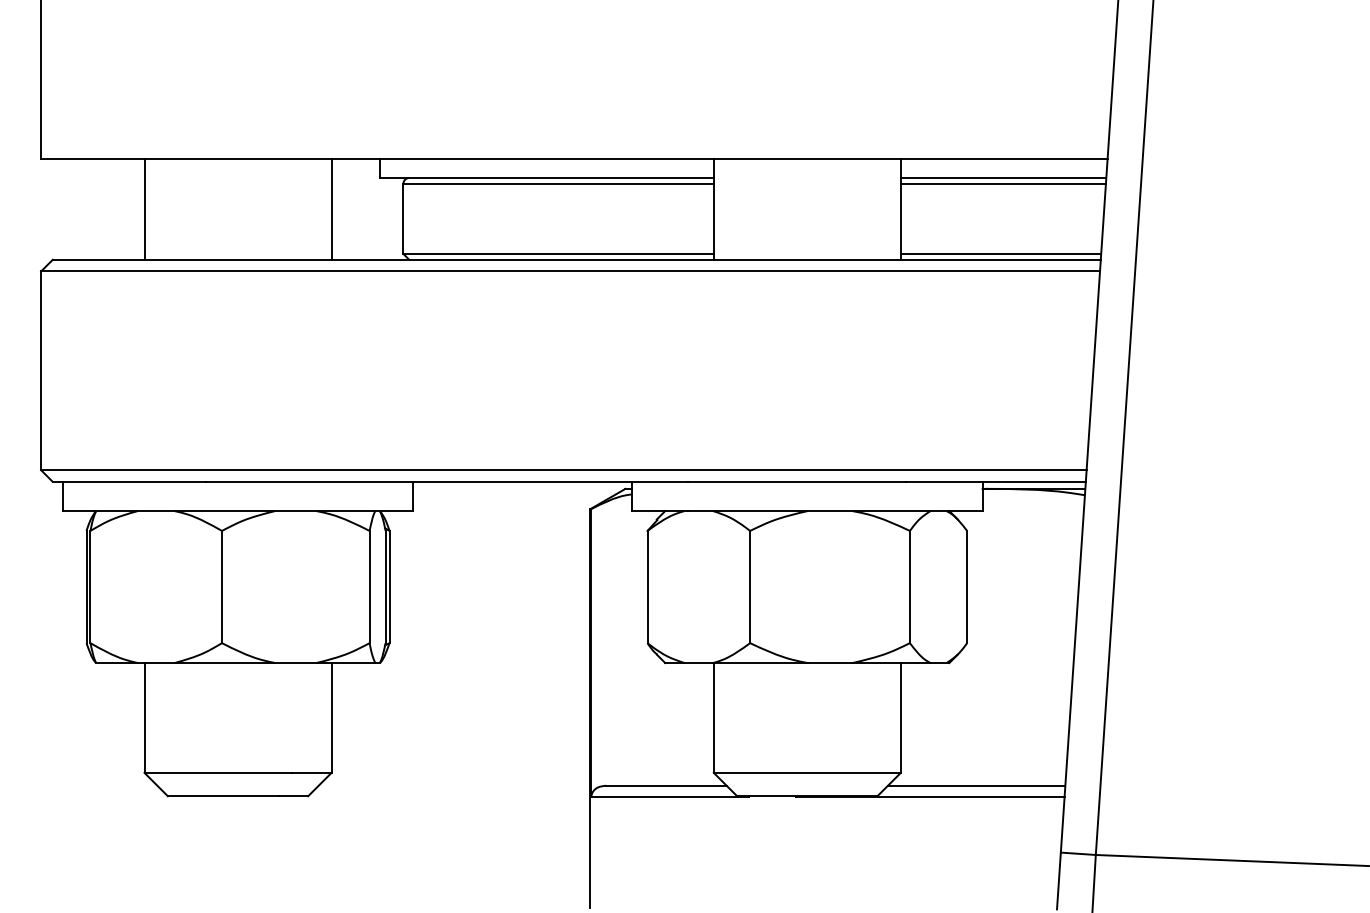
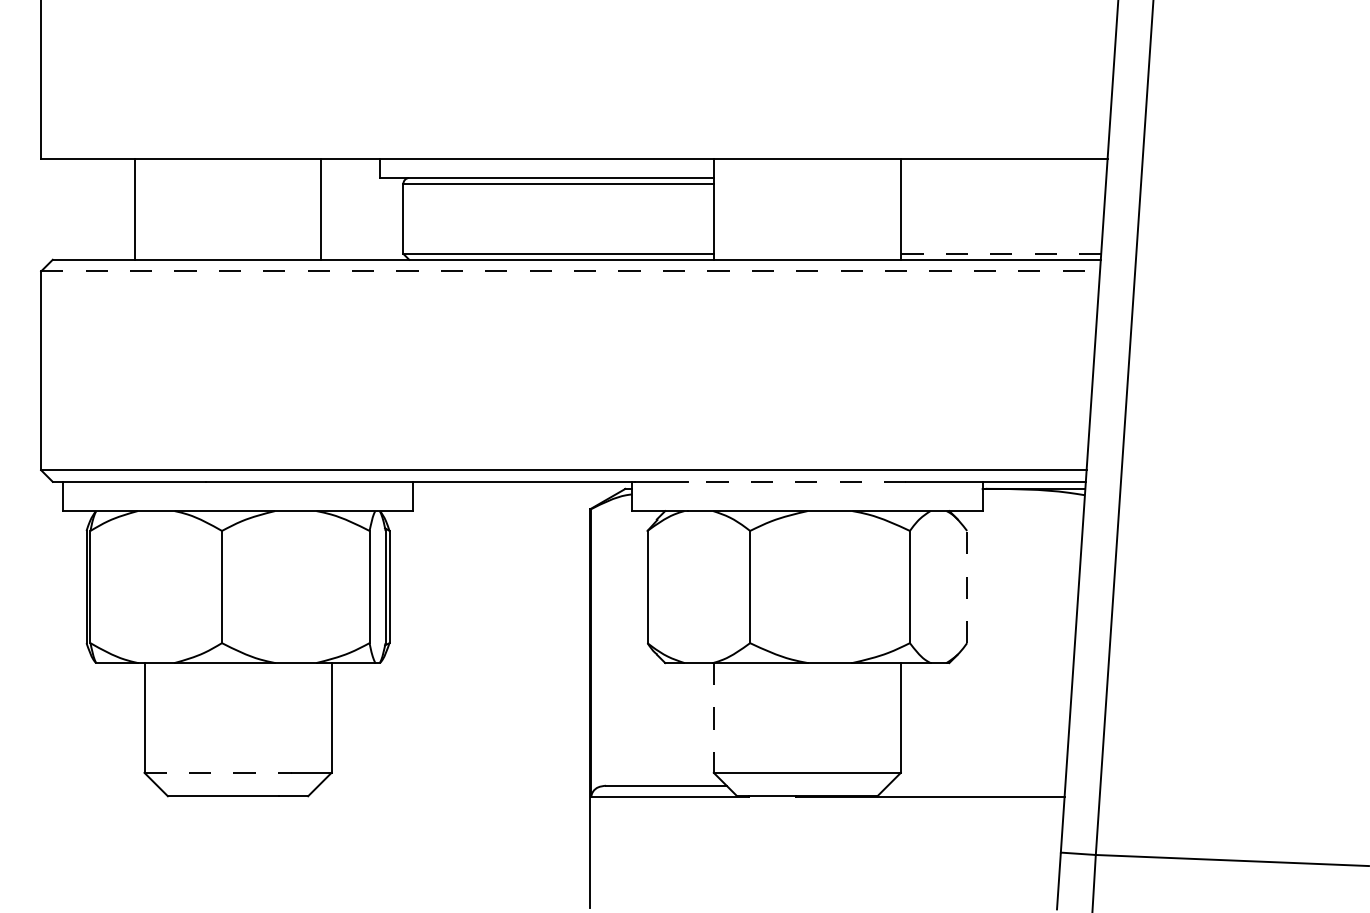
line at (1003, 177): present -> none
line at (1002, 183): present -> none
line at (144, 209) position: (144, 209) -> (134, 209)
line at (331, 209) position: (331, 209) -> (320, 209)
line at (1000, 253): solid -> dashed
line at (571, 271): solid -> dashed
line at (796, 481): solid -> dashed
line at (967, 586): solid -> dashed
line at (713, 717): solid -> dashed
line at (218, 772): solid -> dashed
line at (976, 785): present -> none
